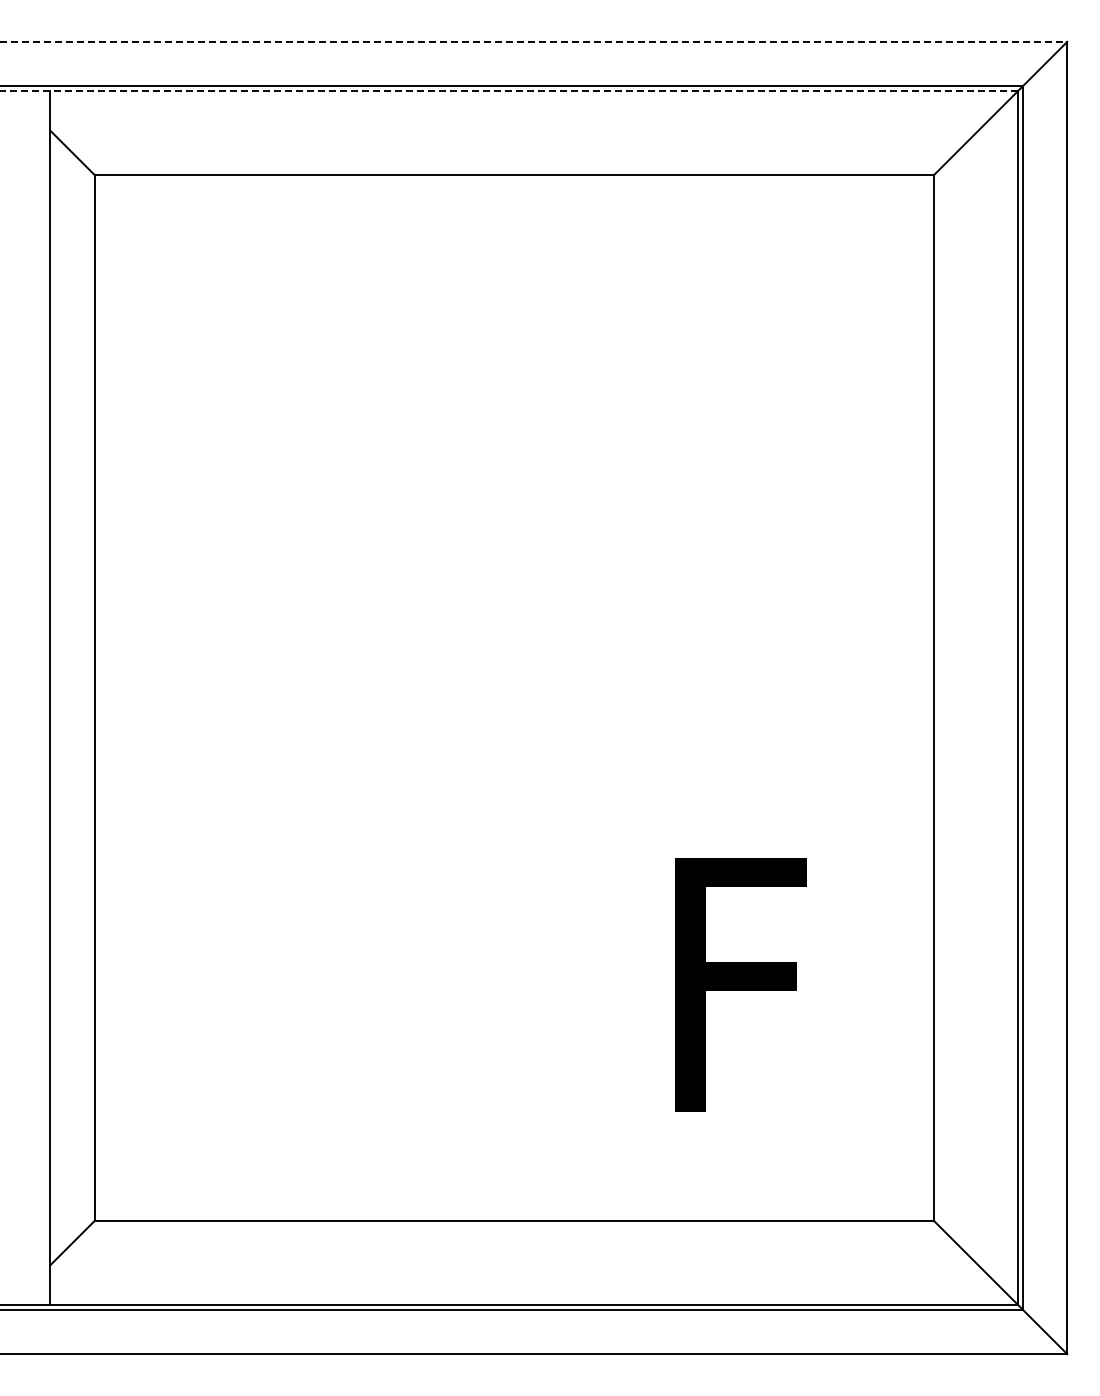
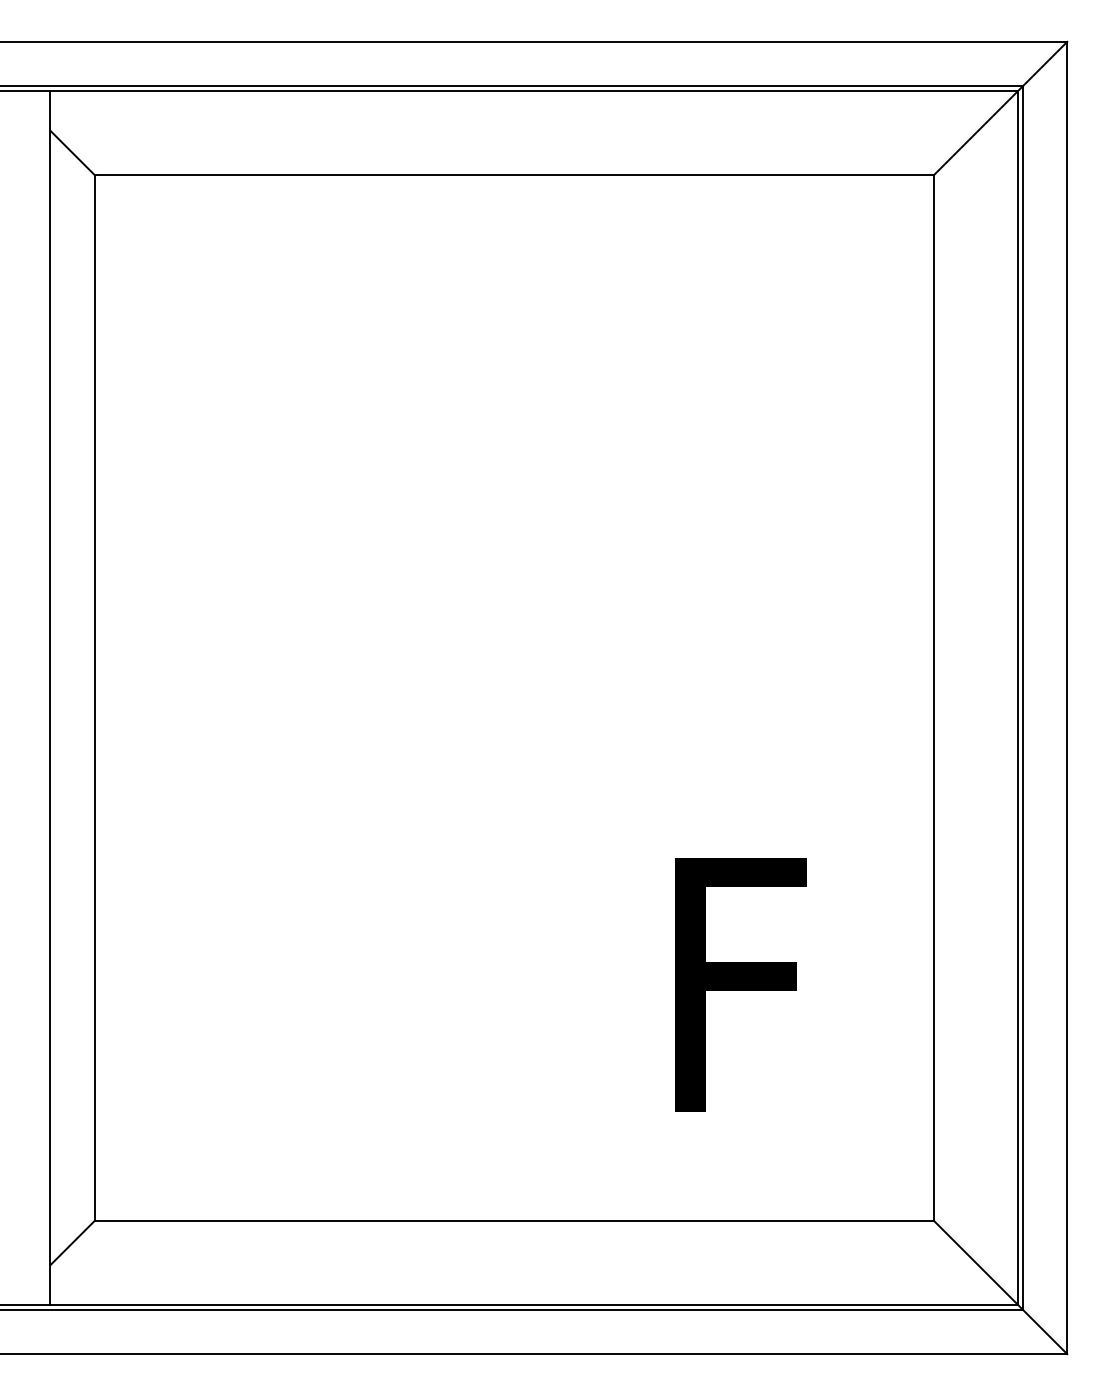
line at (534, 41): dashed -> solid
line at (509, 91): dashed -> solid
